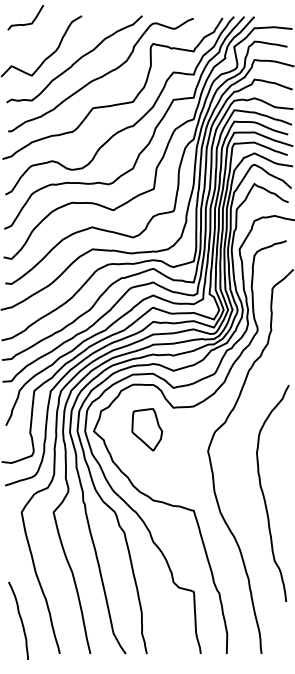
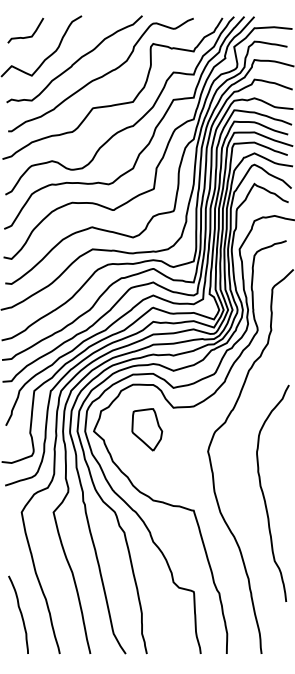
curve at (25, 23) position: (25, 23) -> (25, 36)
curve at (20, 620) position: (20, 620) -> (20, 614)
